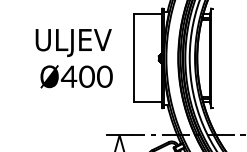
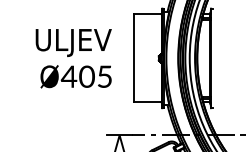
text at (104, 76): 400 -> 405
